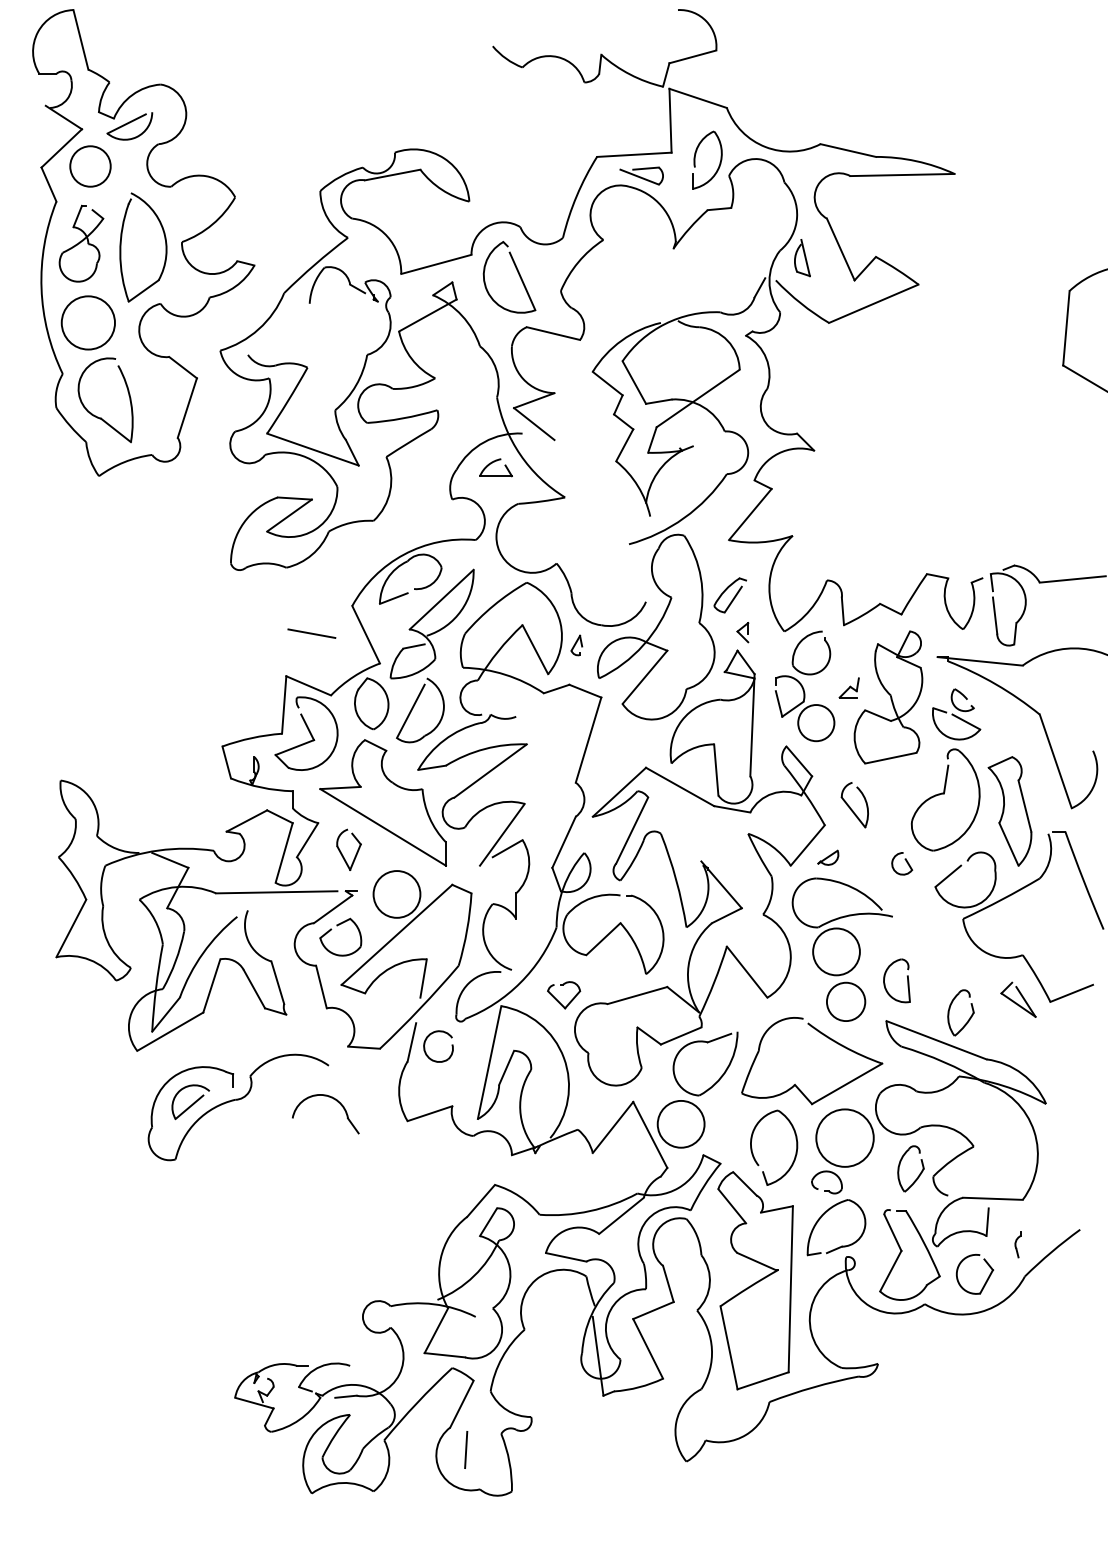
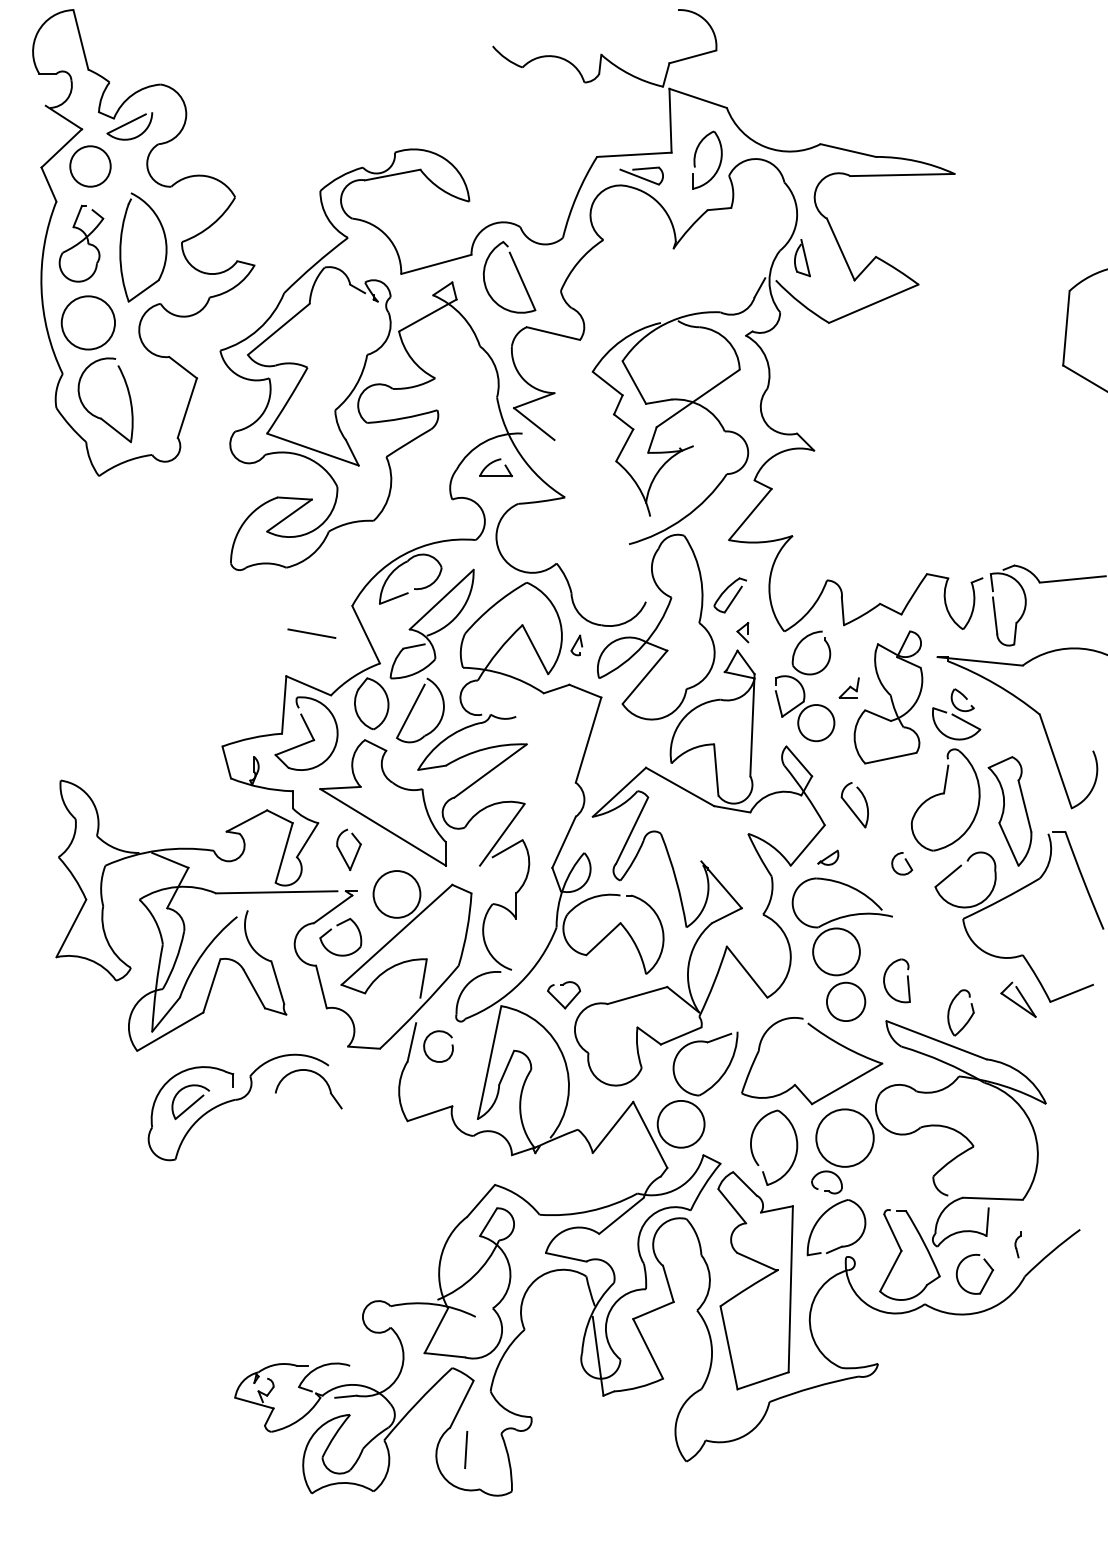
line at (278, 328): none -> present
part at (337, 1102) position: (337, 1102) -> (320, 1077)
part at (919, 1173): present -> none
